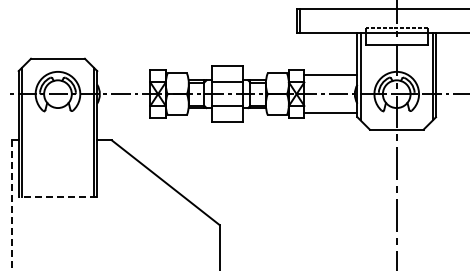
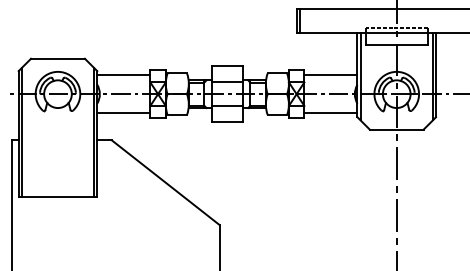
line at (123, 74): none -> present
line at (123, 113): none -> present
line at (57, 197): dashed -> solid
line at (11, 206): dashed -> solid
